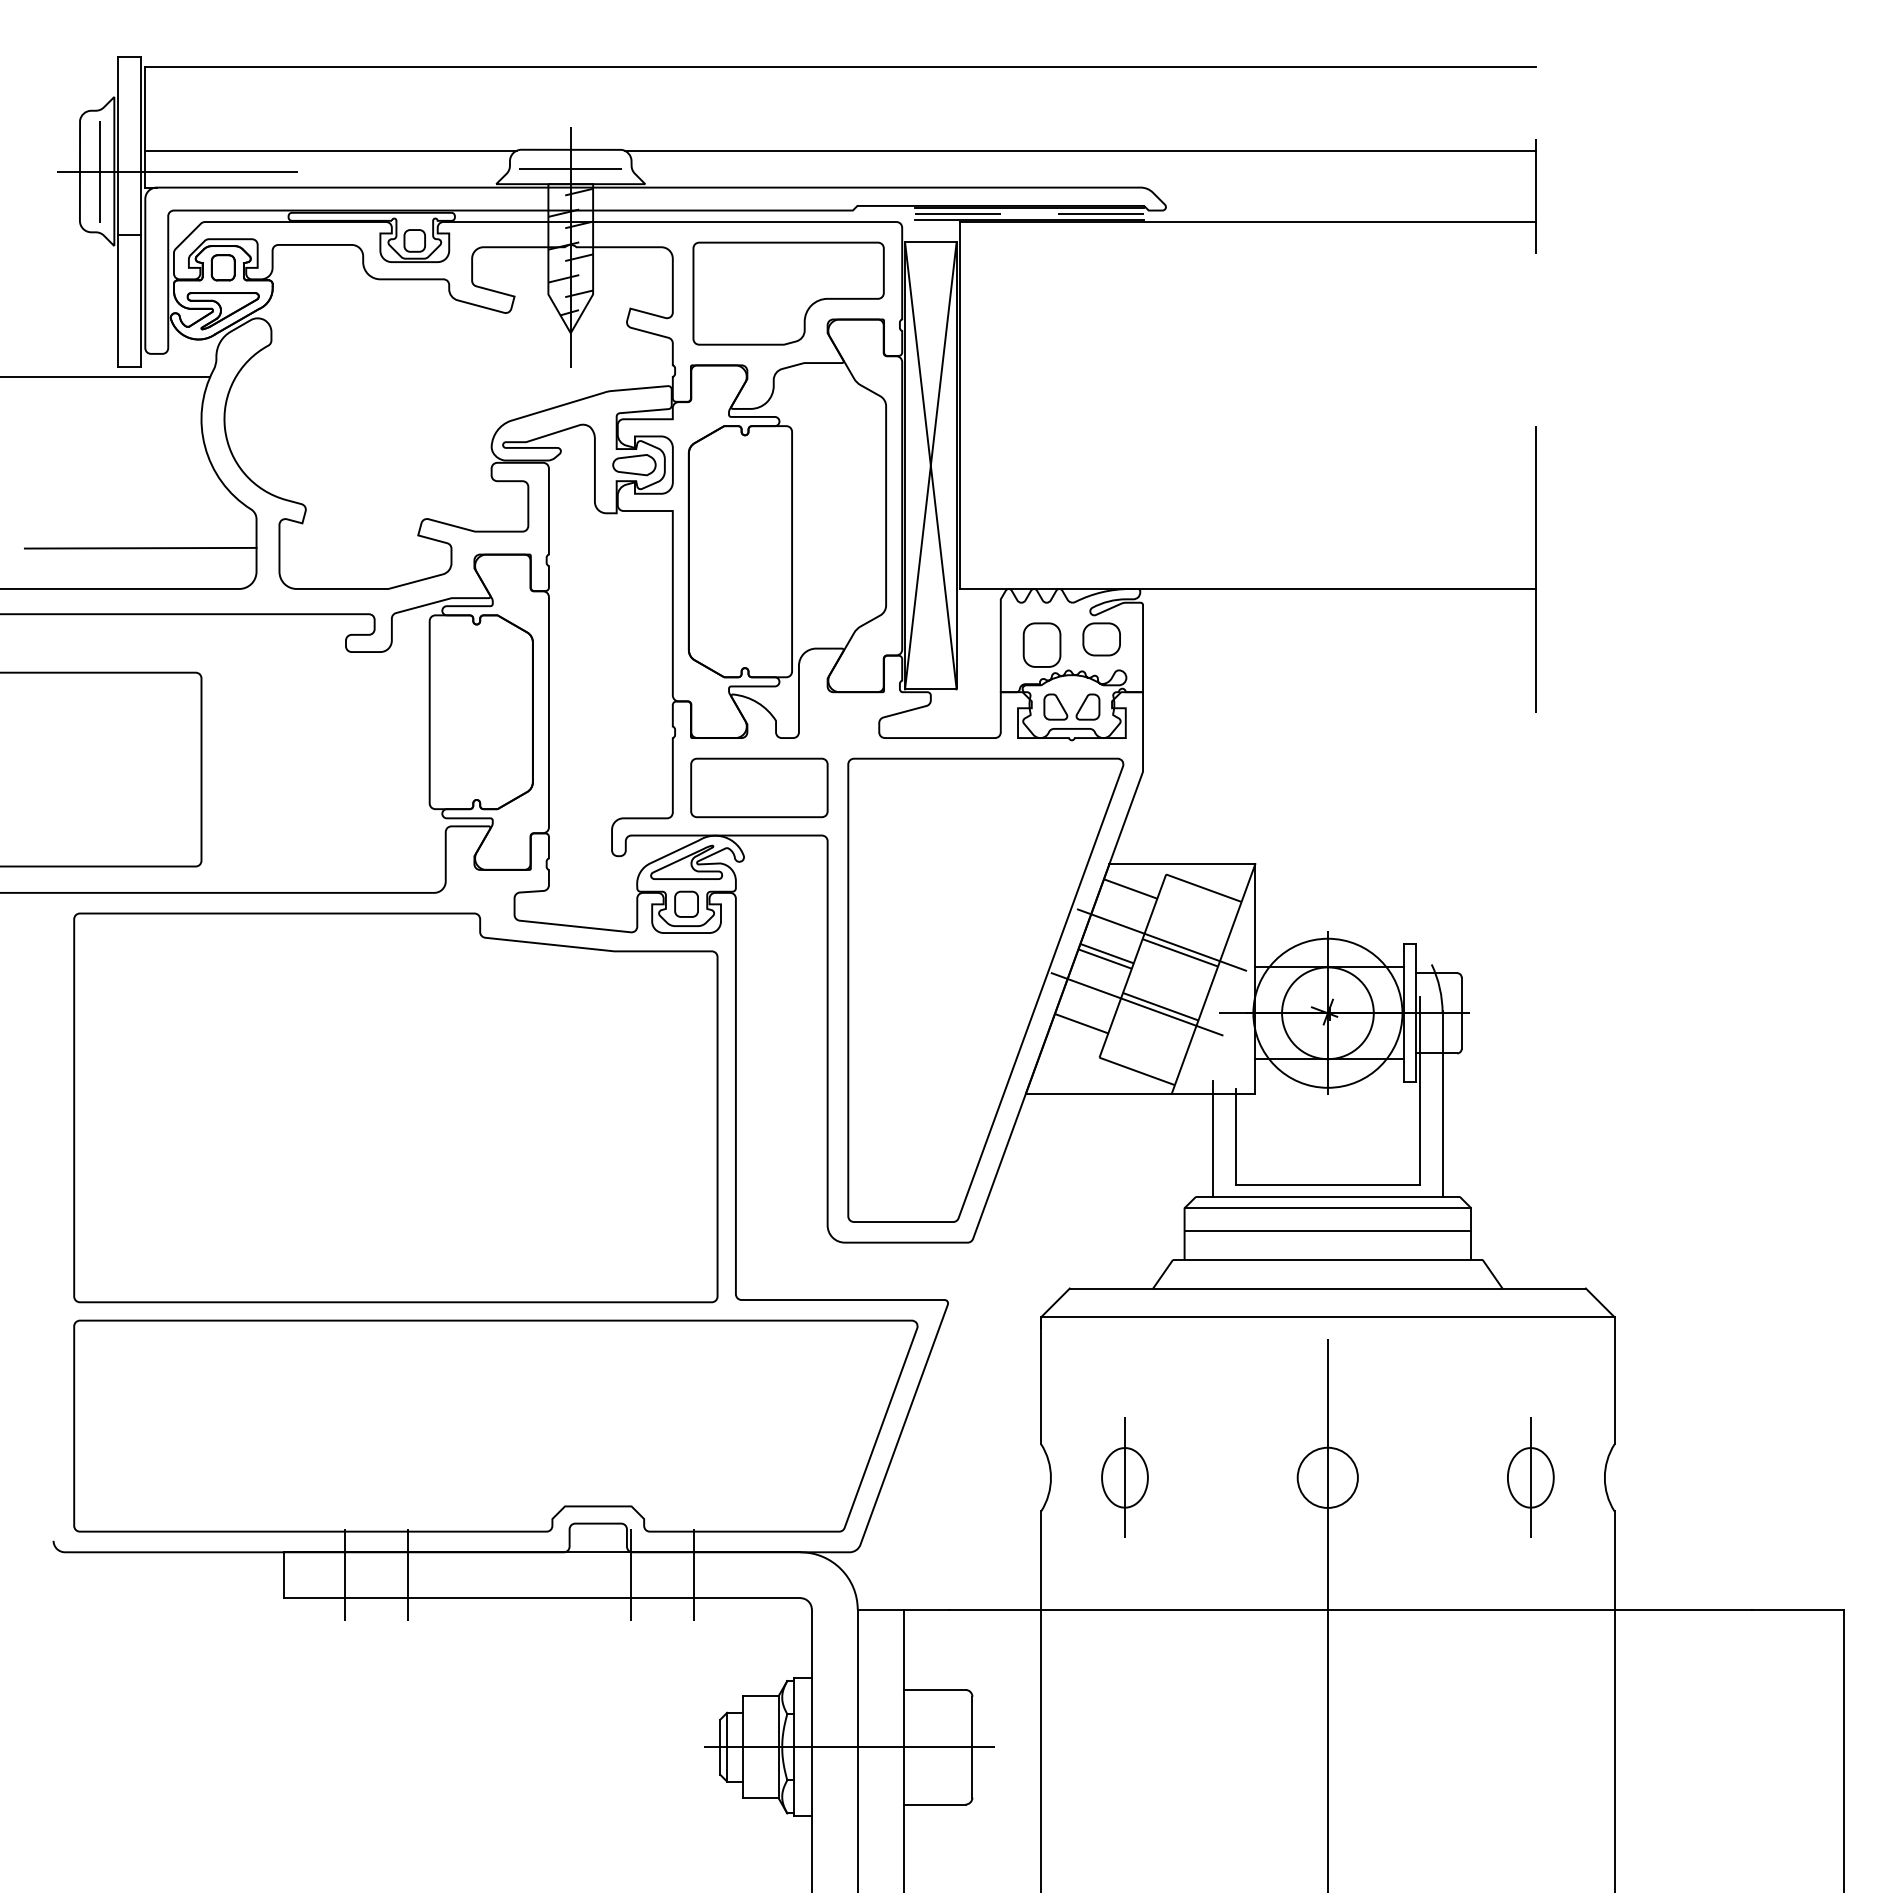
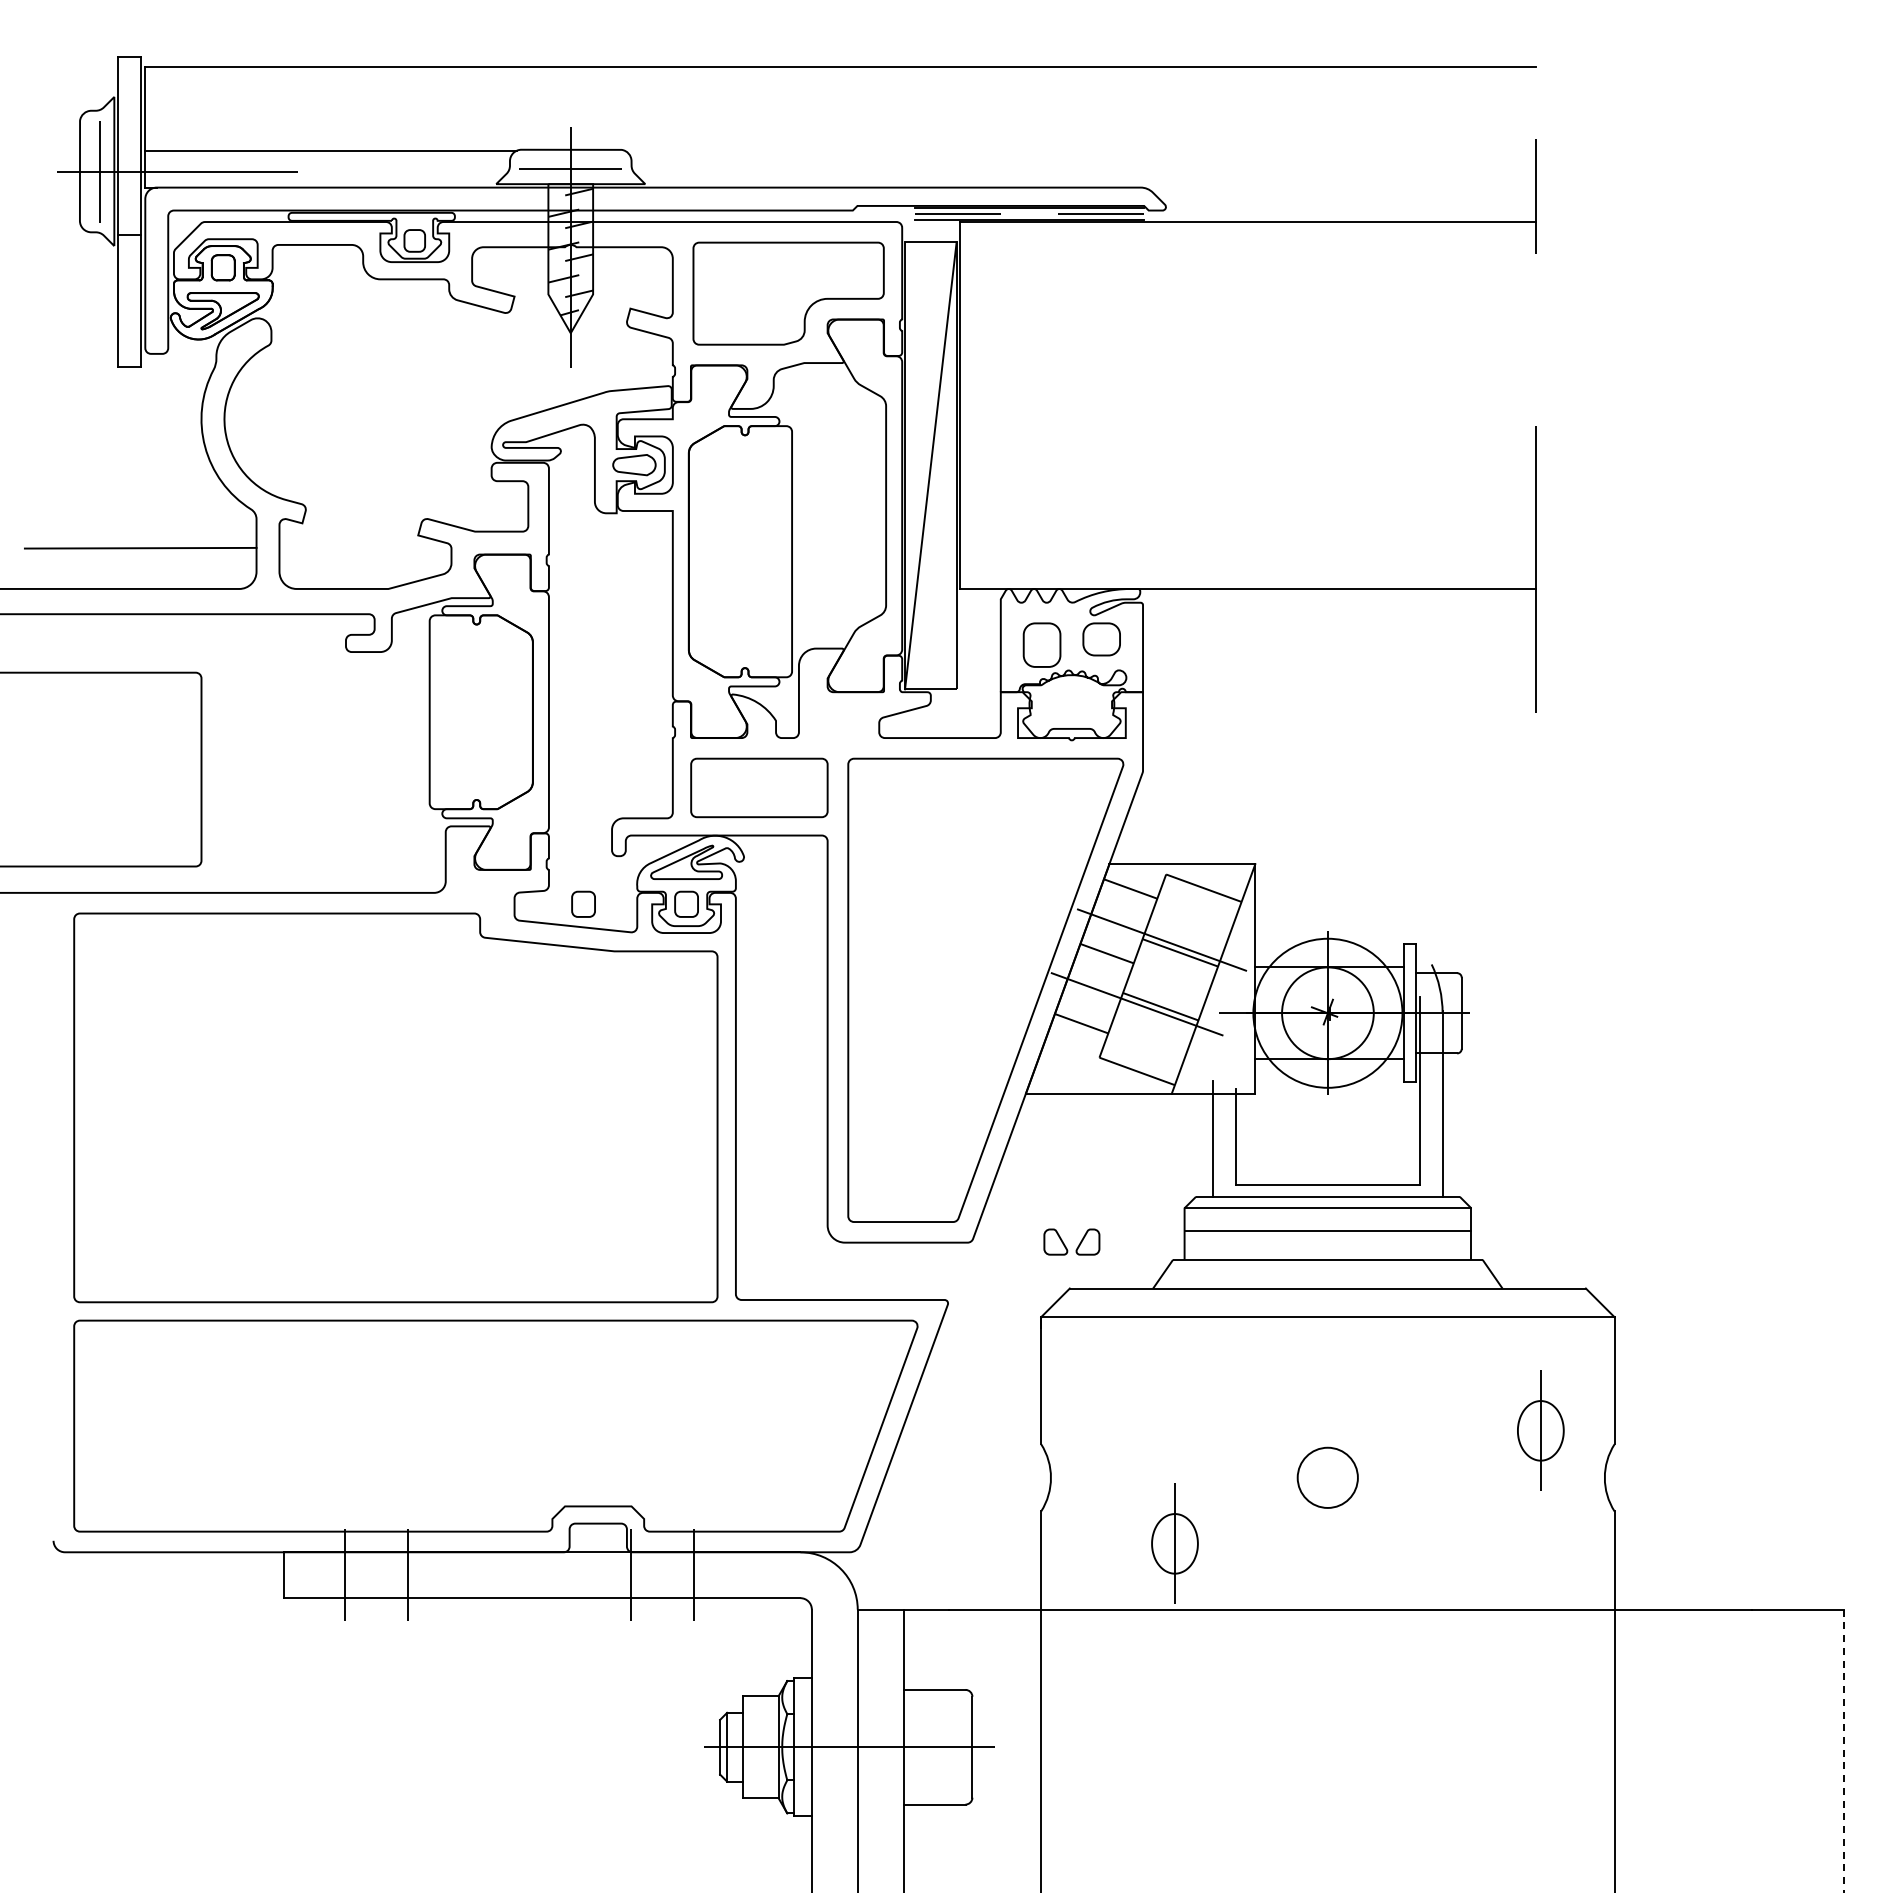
line at (1079, 150): present -> none
line at (106, 376): present -> none
line at (930, 465): present -> none
part at (1066, 711) position: (1066, 711) -> (1066, 1246)
part at (583, 903): none -> present
line at (1104, 958): present -> none
part at (1124, 1477) position: (1124, 1477) -> (1174, 1543)
part at (1530, 1477) position: (1530, 1477) -> (1540, 1430)
line at (1327, 1614): present -> none
line at (1843, 1751): solid -> dashed
